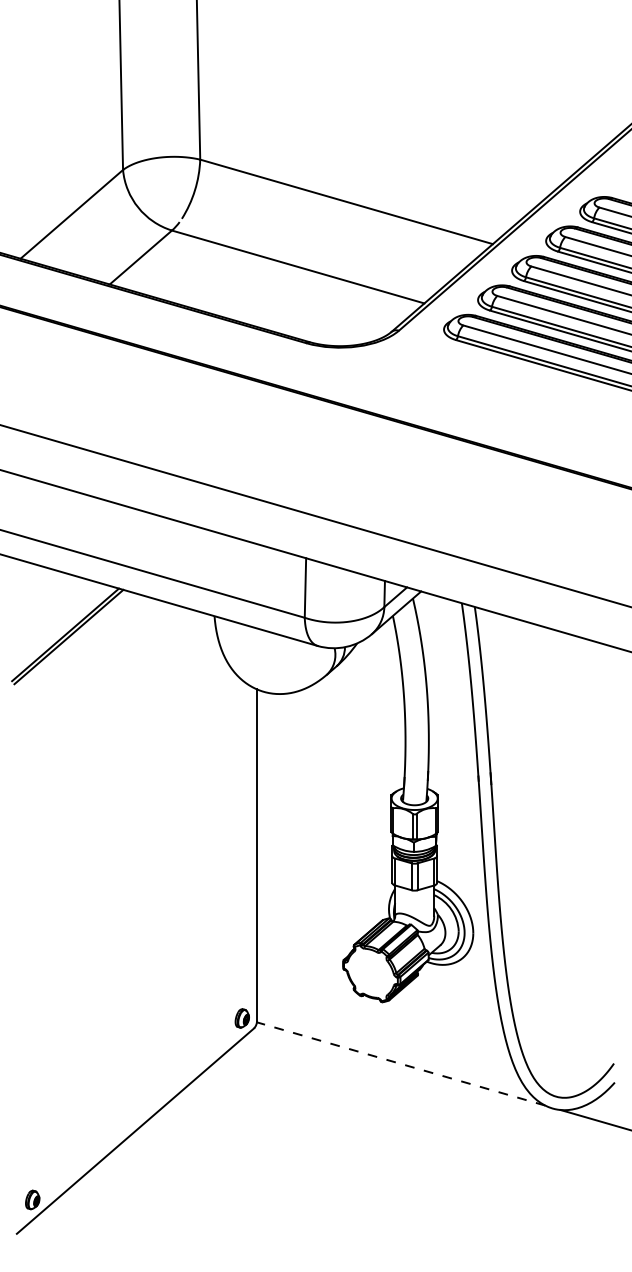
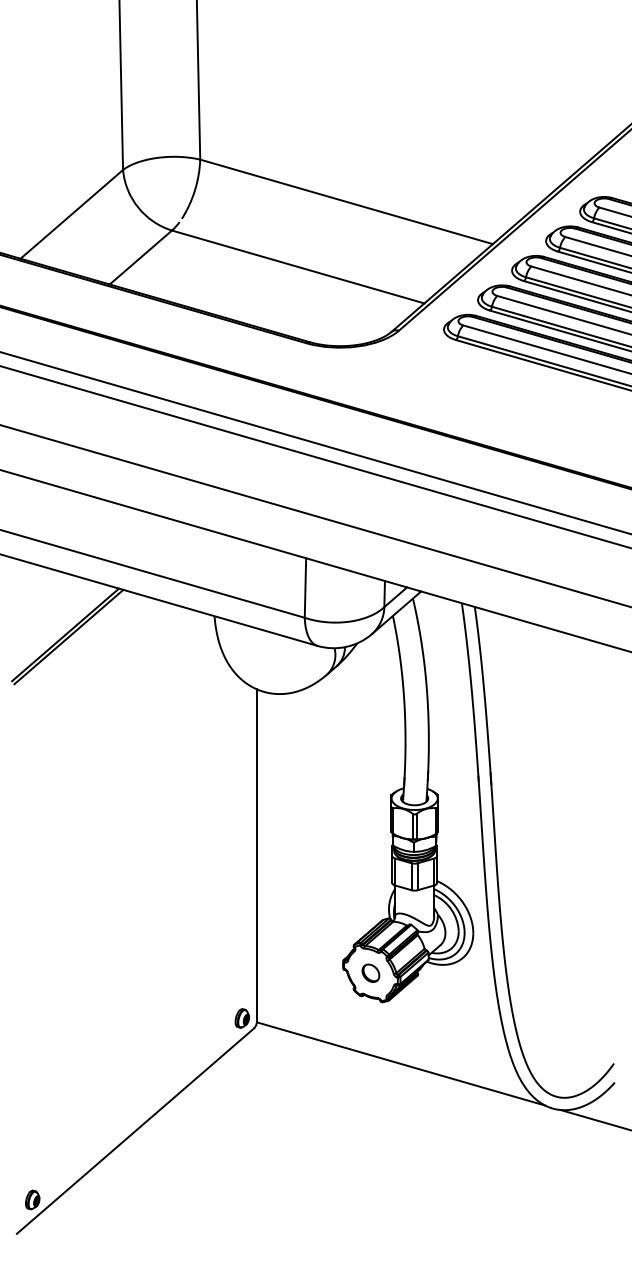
line at (315, 442): none -> present
line at (315, 456): none -> present
part at (370, 972): none -> present
line at (400, 1063): dashed -> solid
